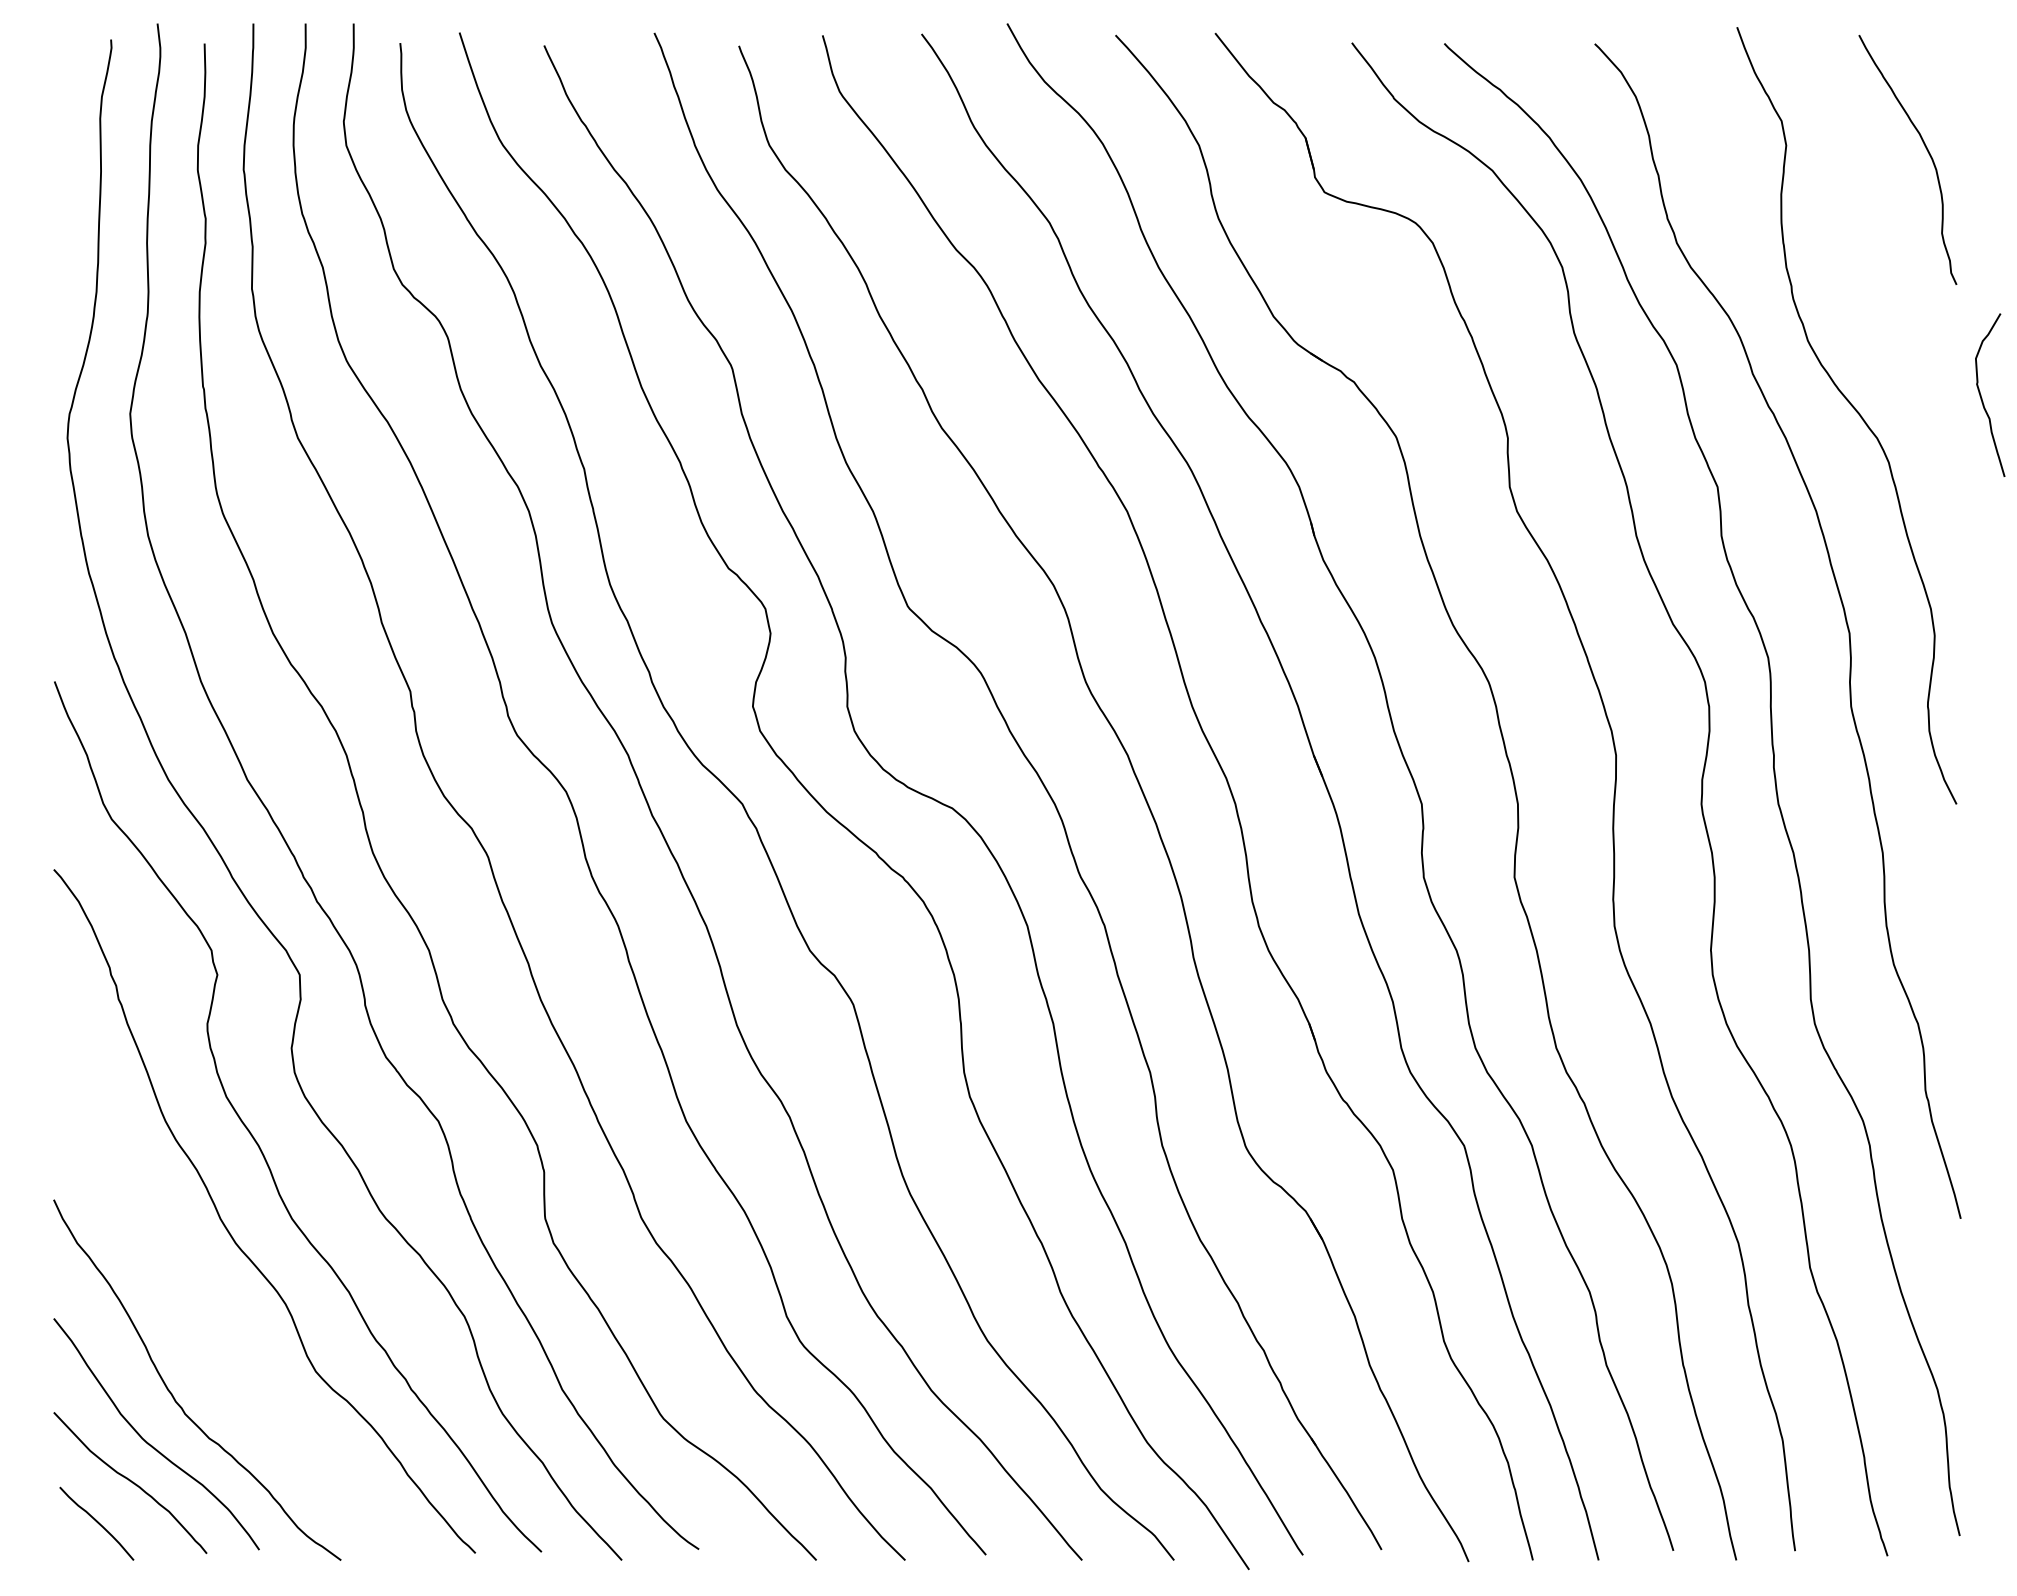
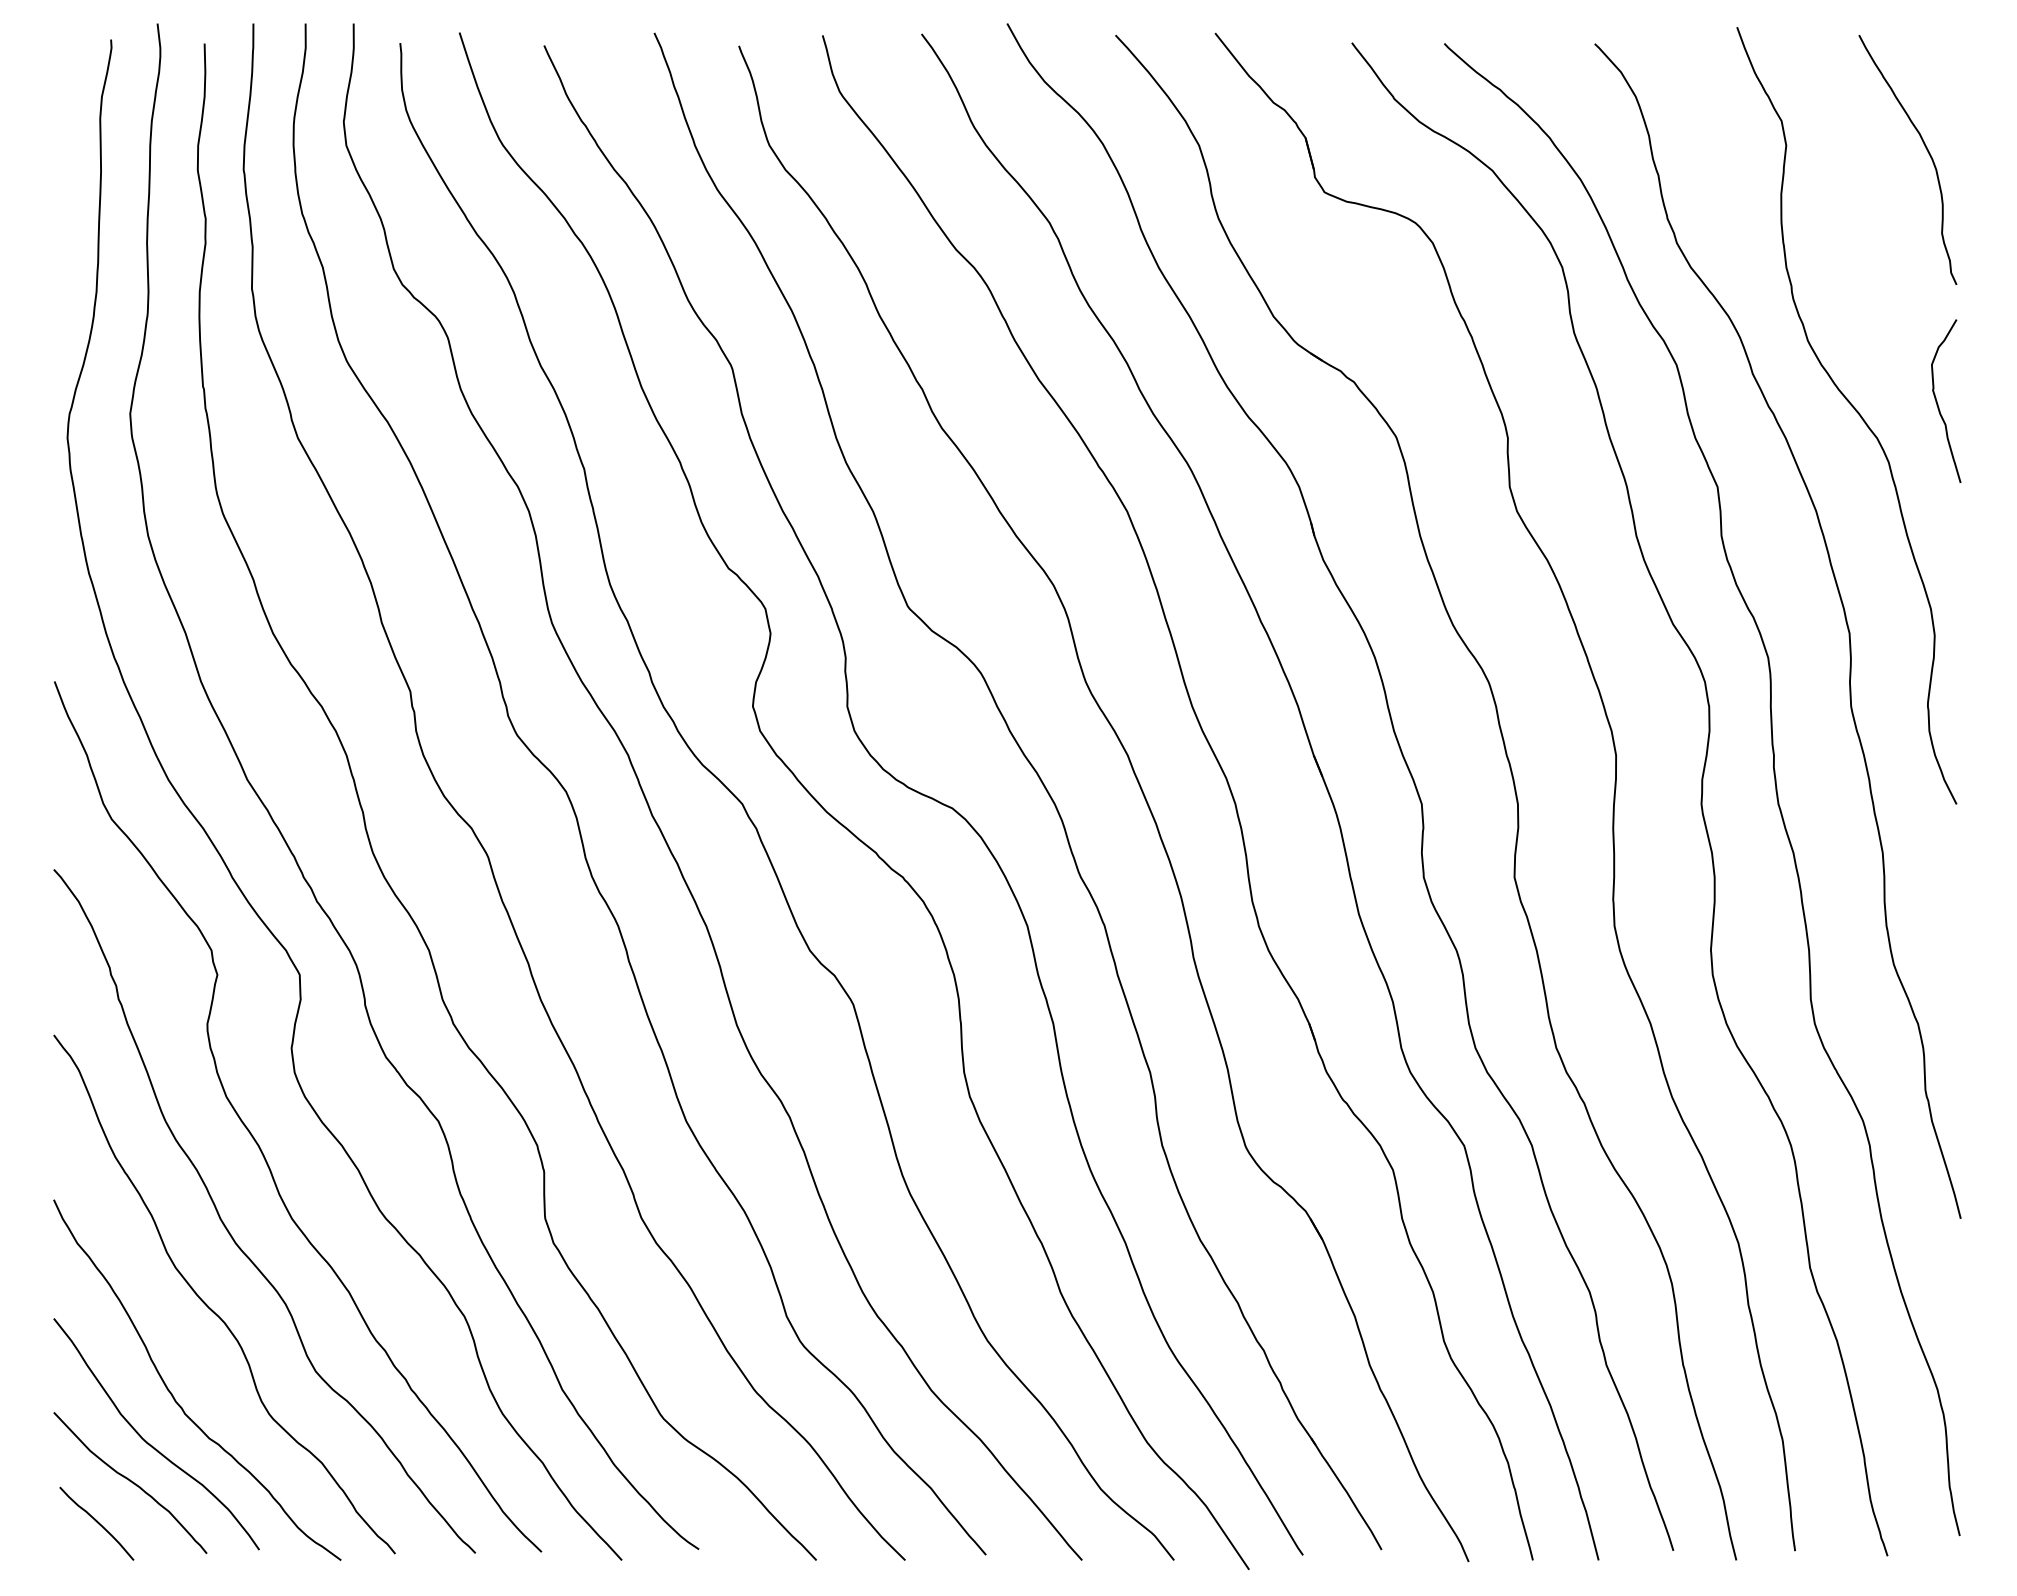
curve at (1982, 398) position: (1982, 398) -> (1938, 404)
curve at (210, 1307): none -> present
